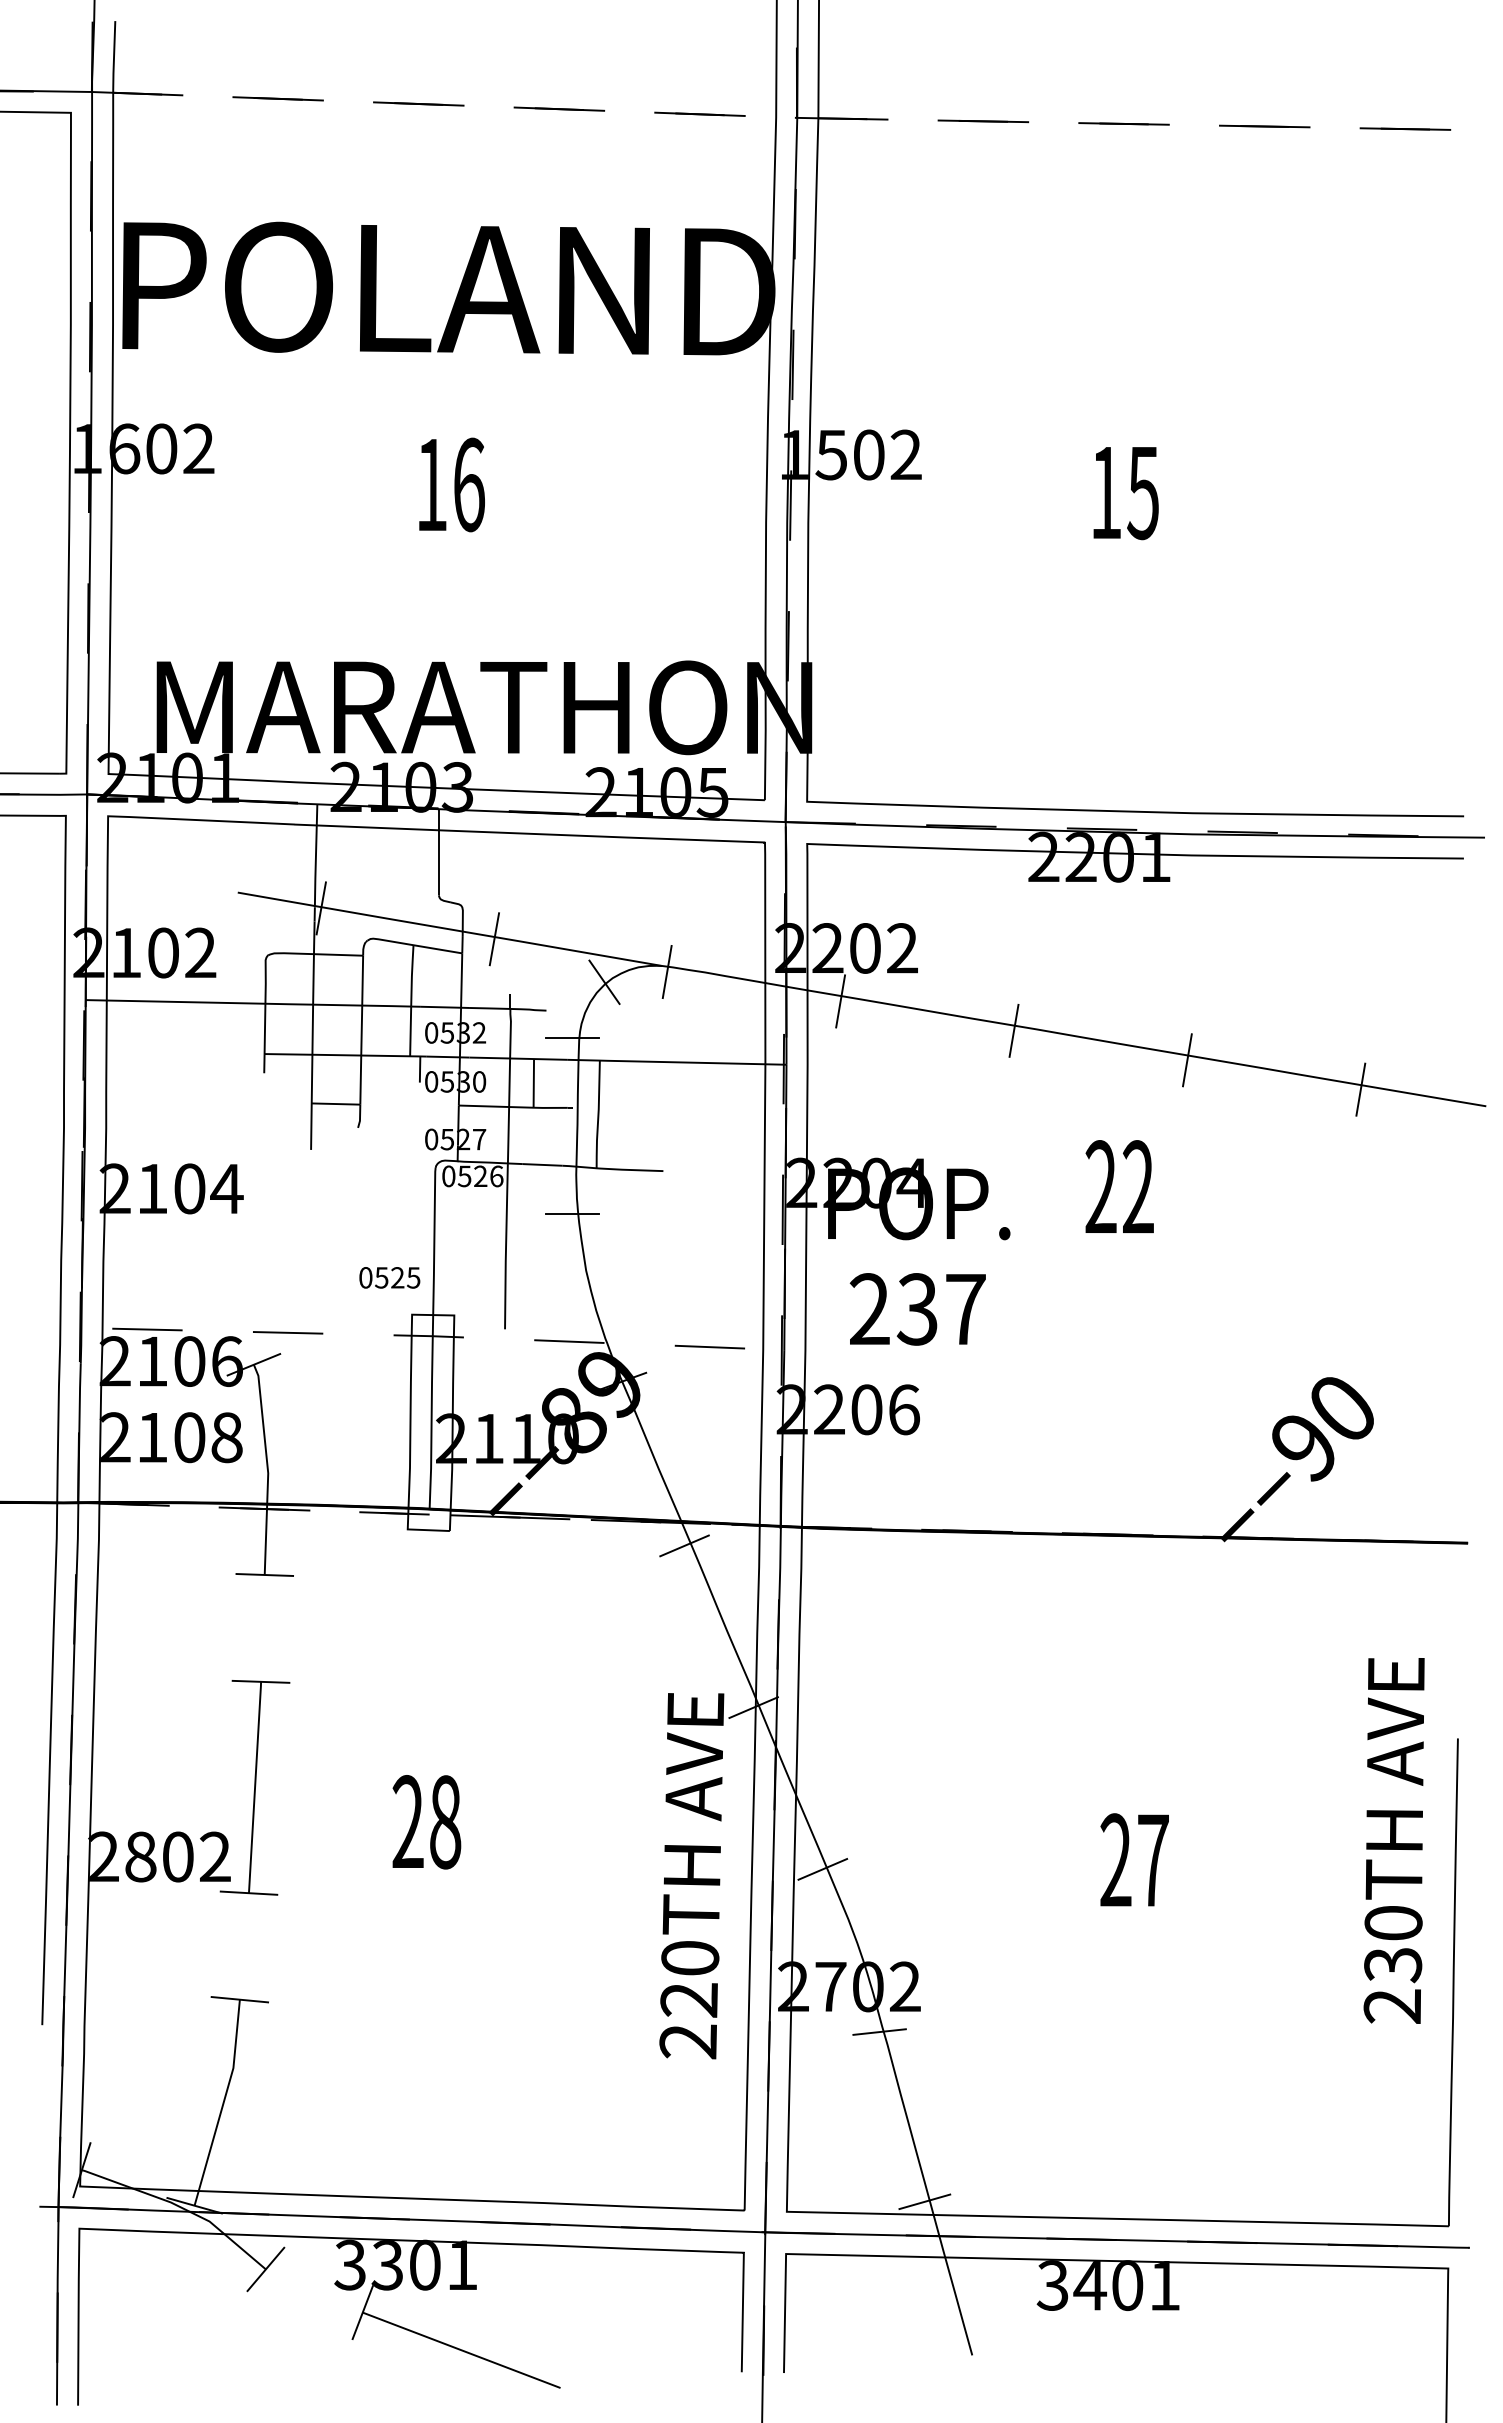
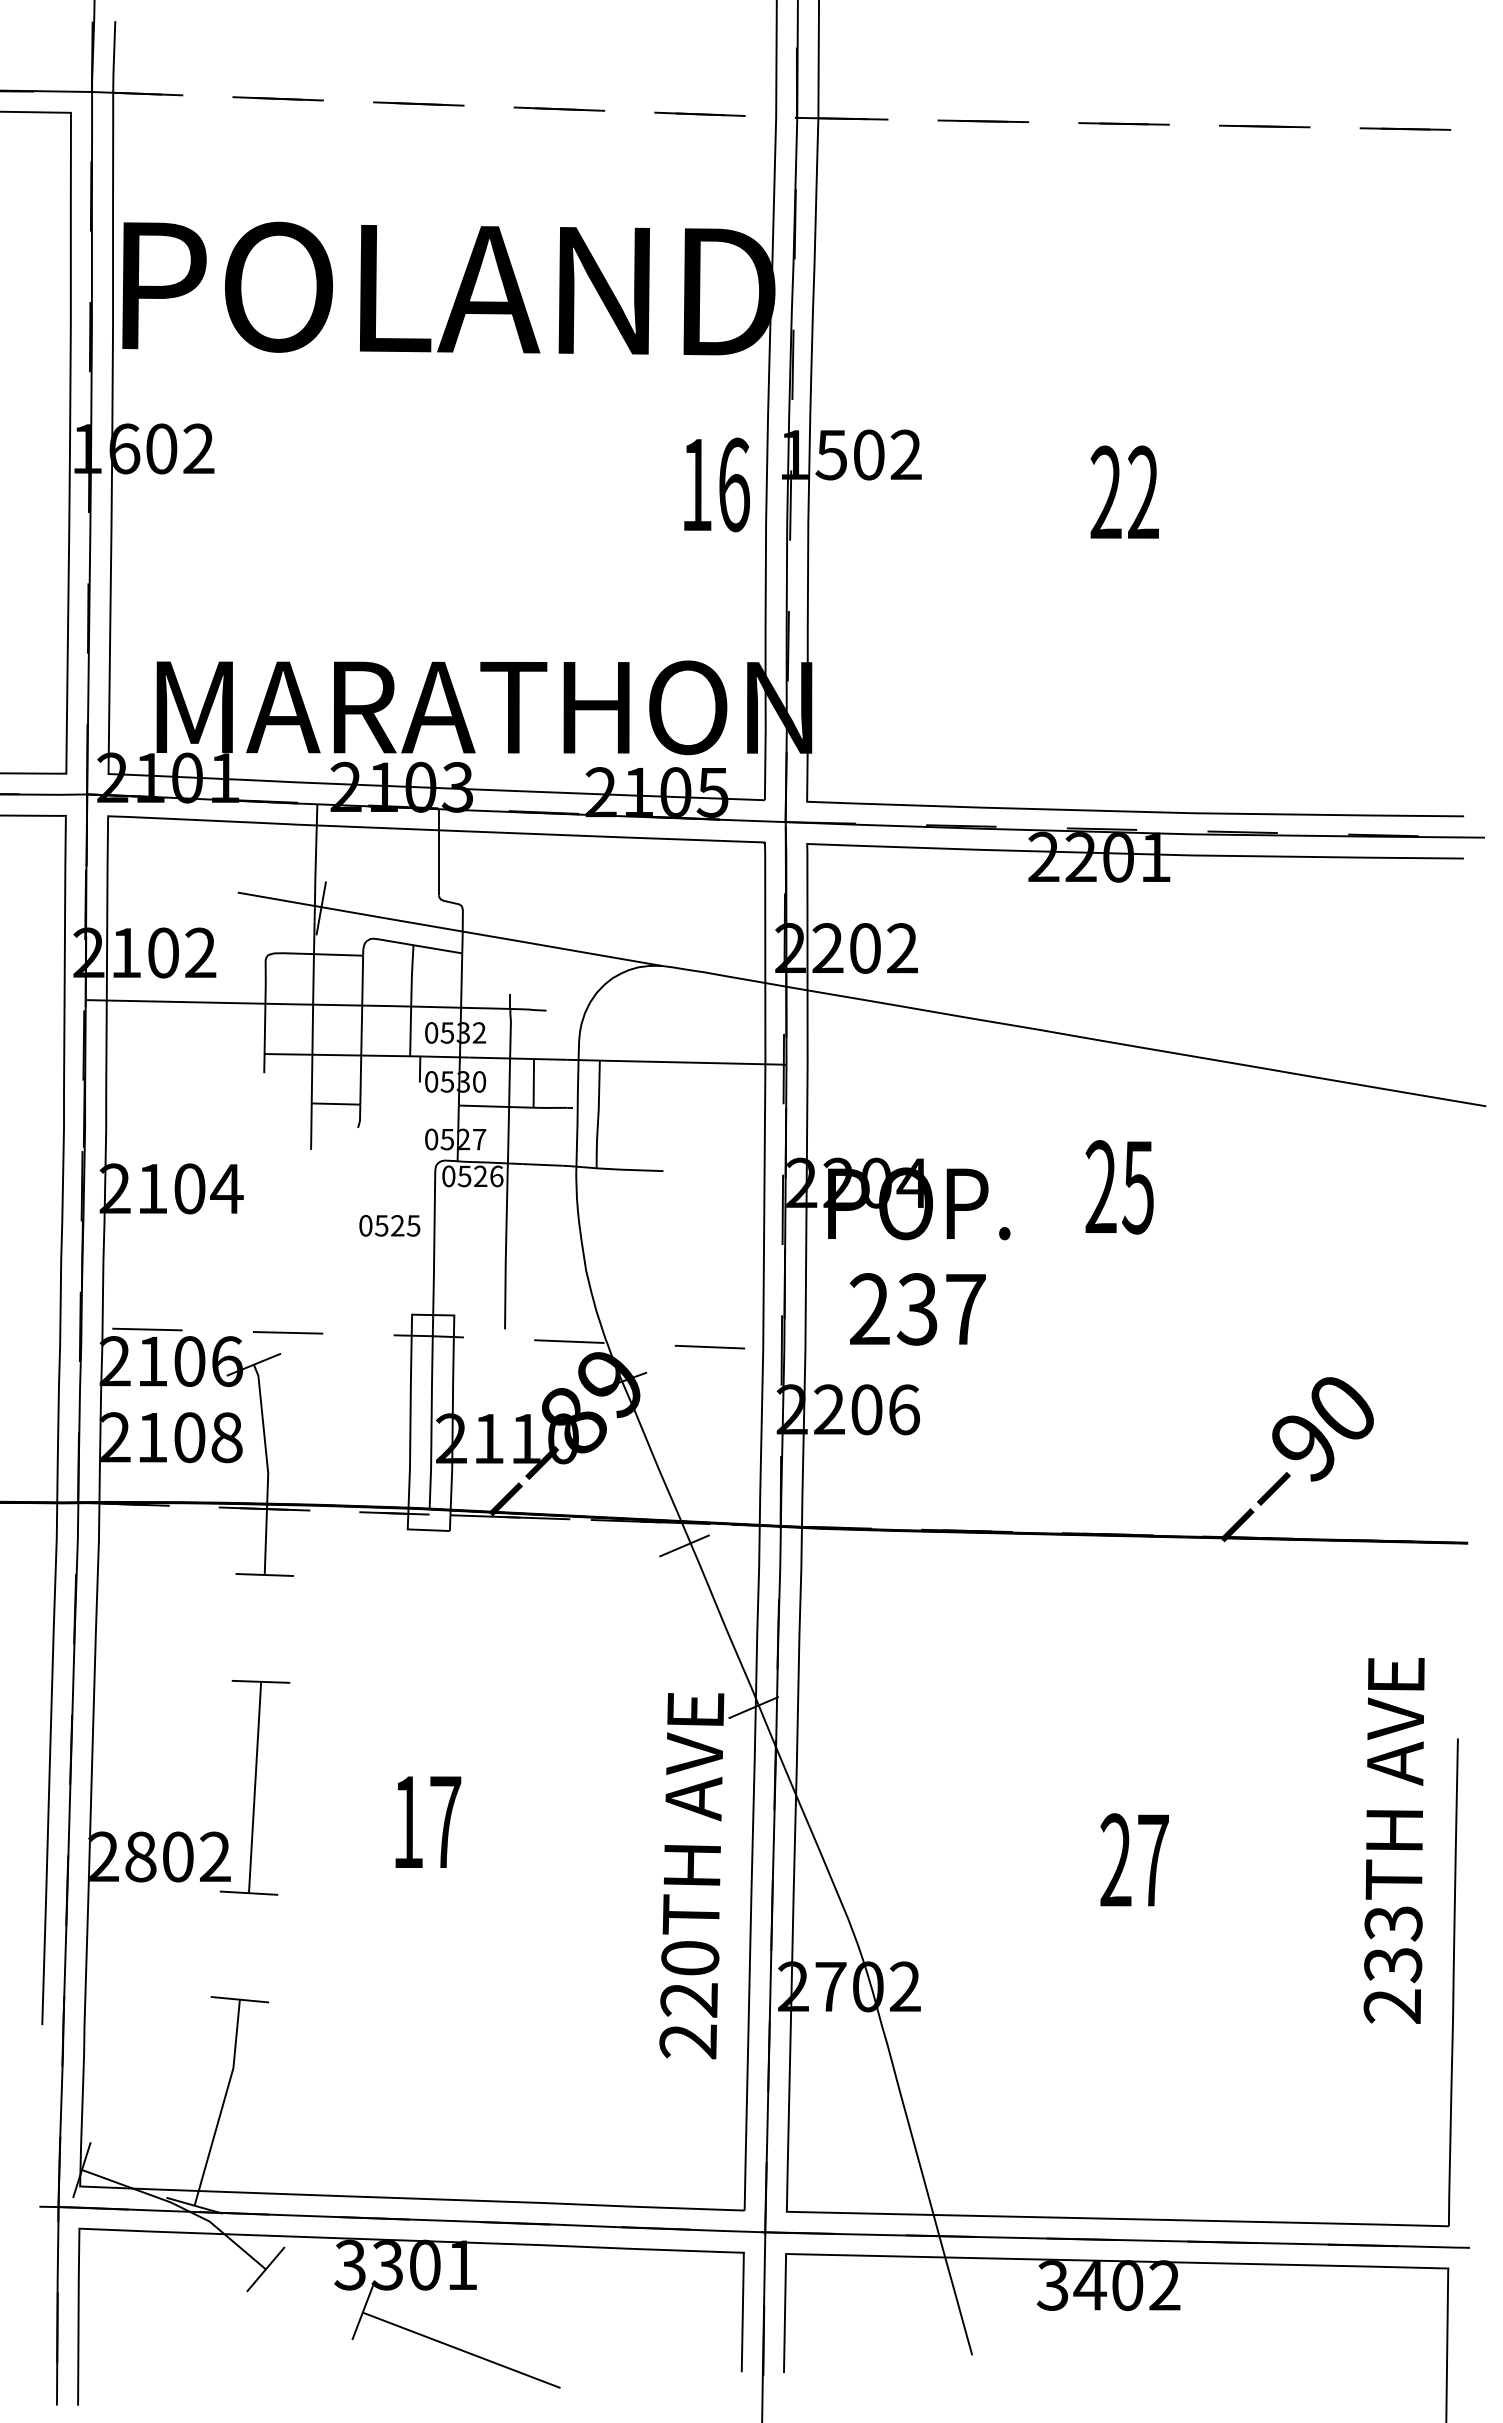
text at (451, 484) position: (451, 484) -> (716, 484)
text at (1124, 492): 15 -> 22
line at (494, 939): present -> none
line at (666, 971): present -> none
line at (604, 981): present -> none
line at (840, 1001): present -> none
line at (1013, 1030): present -> none
line at (572, 1038): present -> none
line at (1187, 1060): present -> none
line at (1360, 1089): present -> none
text at (1137, 1187): 22 -> 25
line at (572, 1213): present -> none
text at (389, 1277) position: (389, 1277) -> (389, 1225)
text at (426, 1822): 28 -> 17
line at (822, 1869): present -> none
text at (1393, 1923): 230TH -> 233TH
line at (879, 2031): present -> none
line at (924, 2201): present -> none
text at (1164, 2285): 3401 -> 3402
